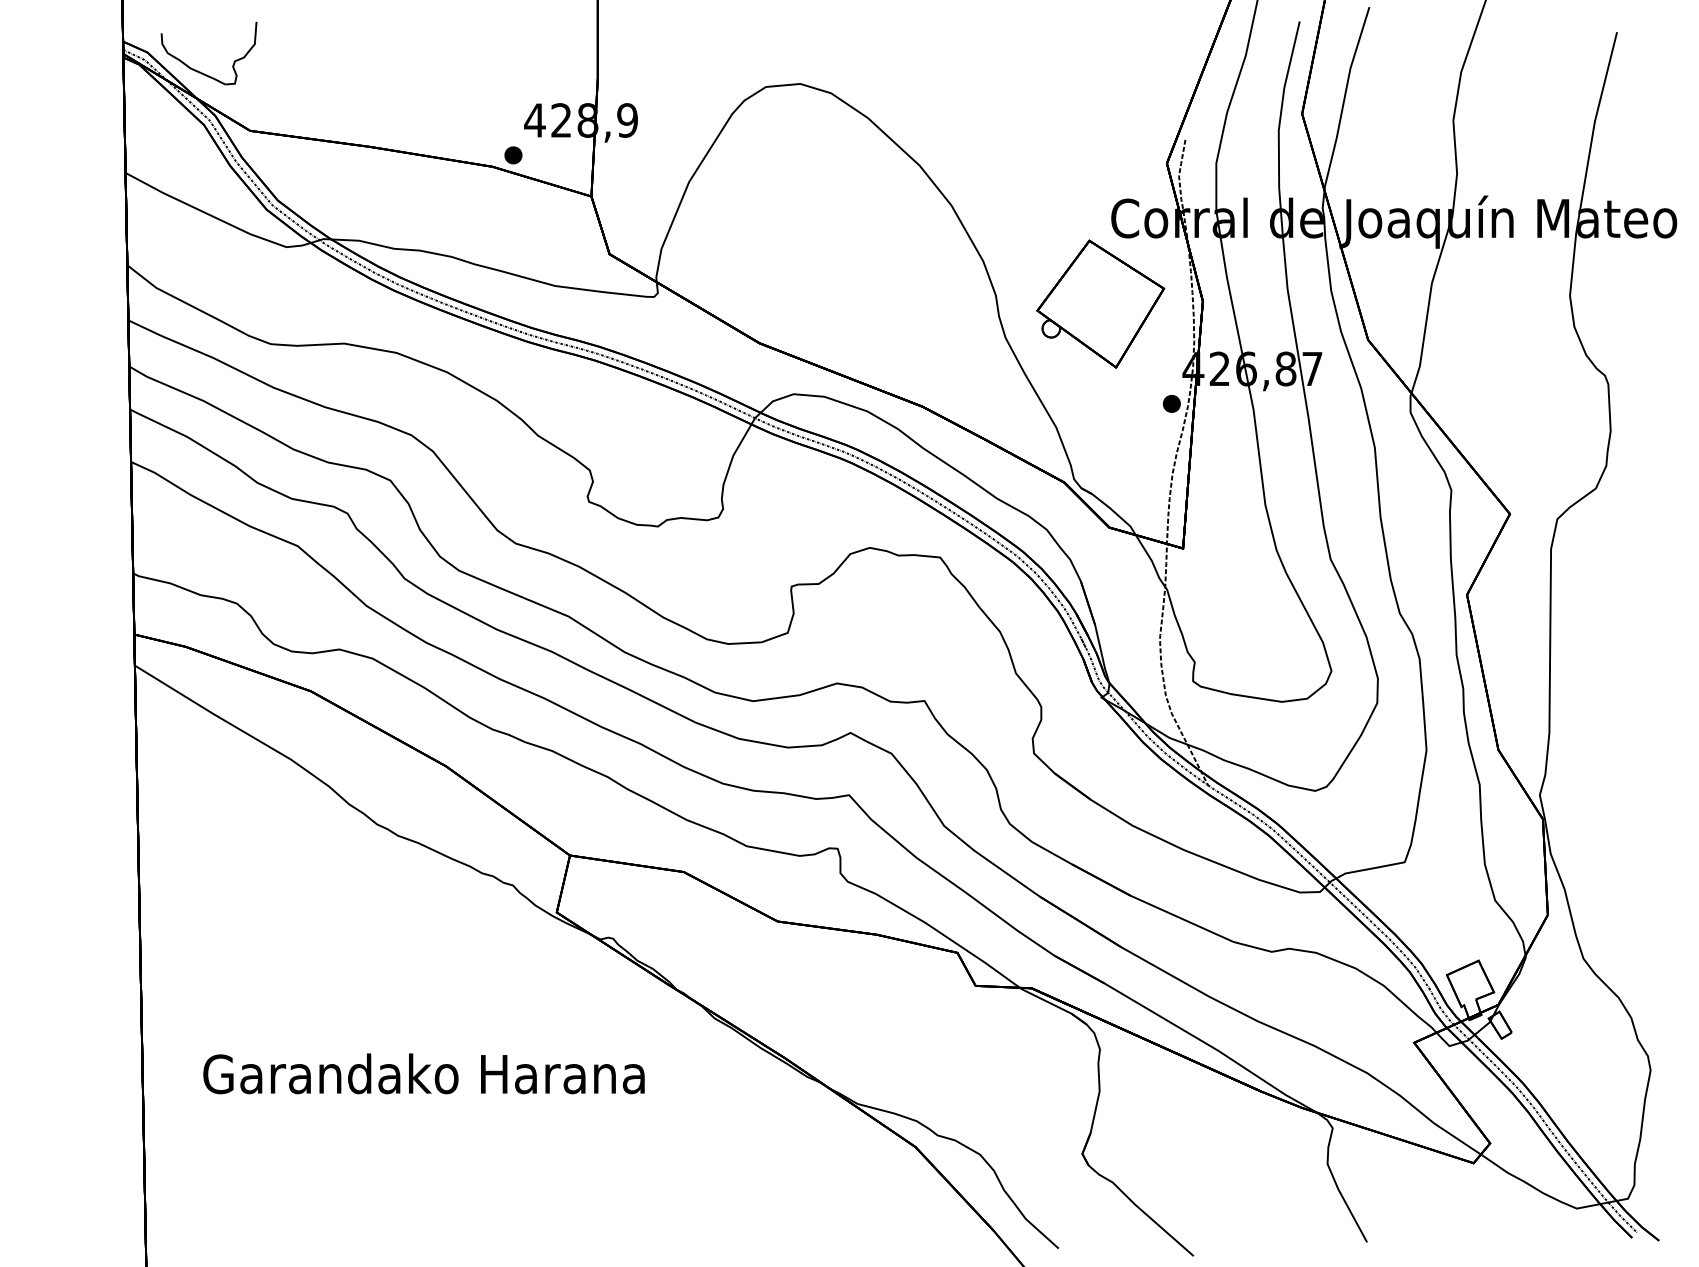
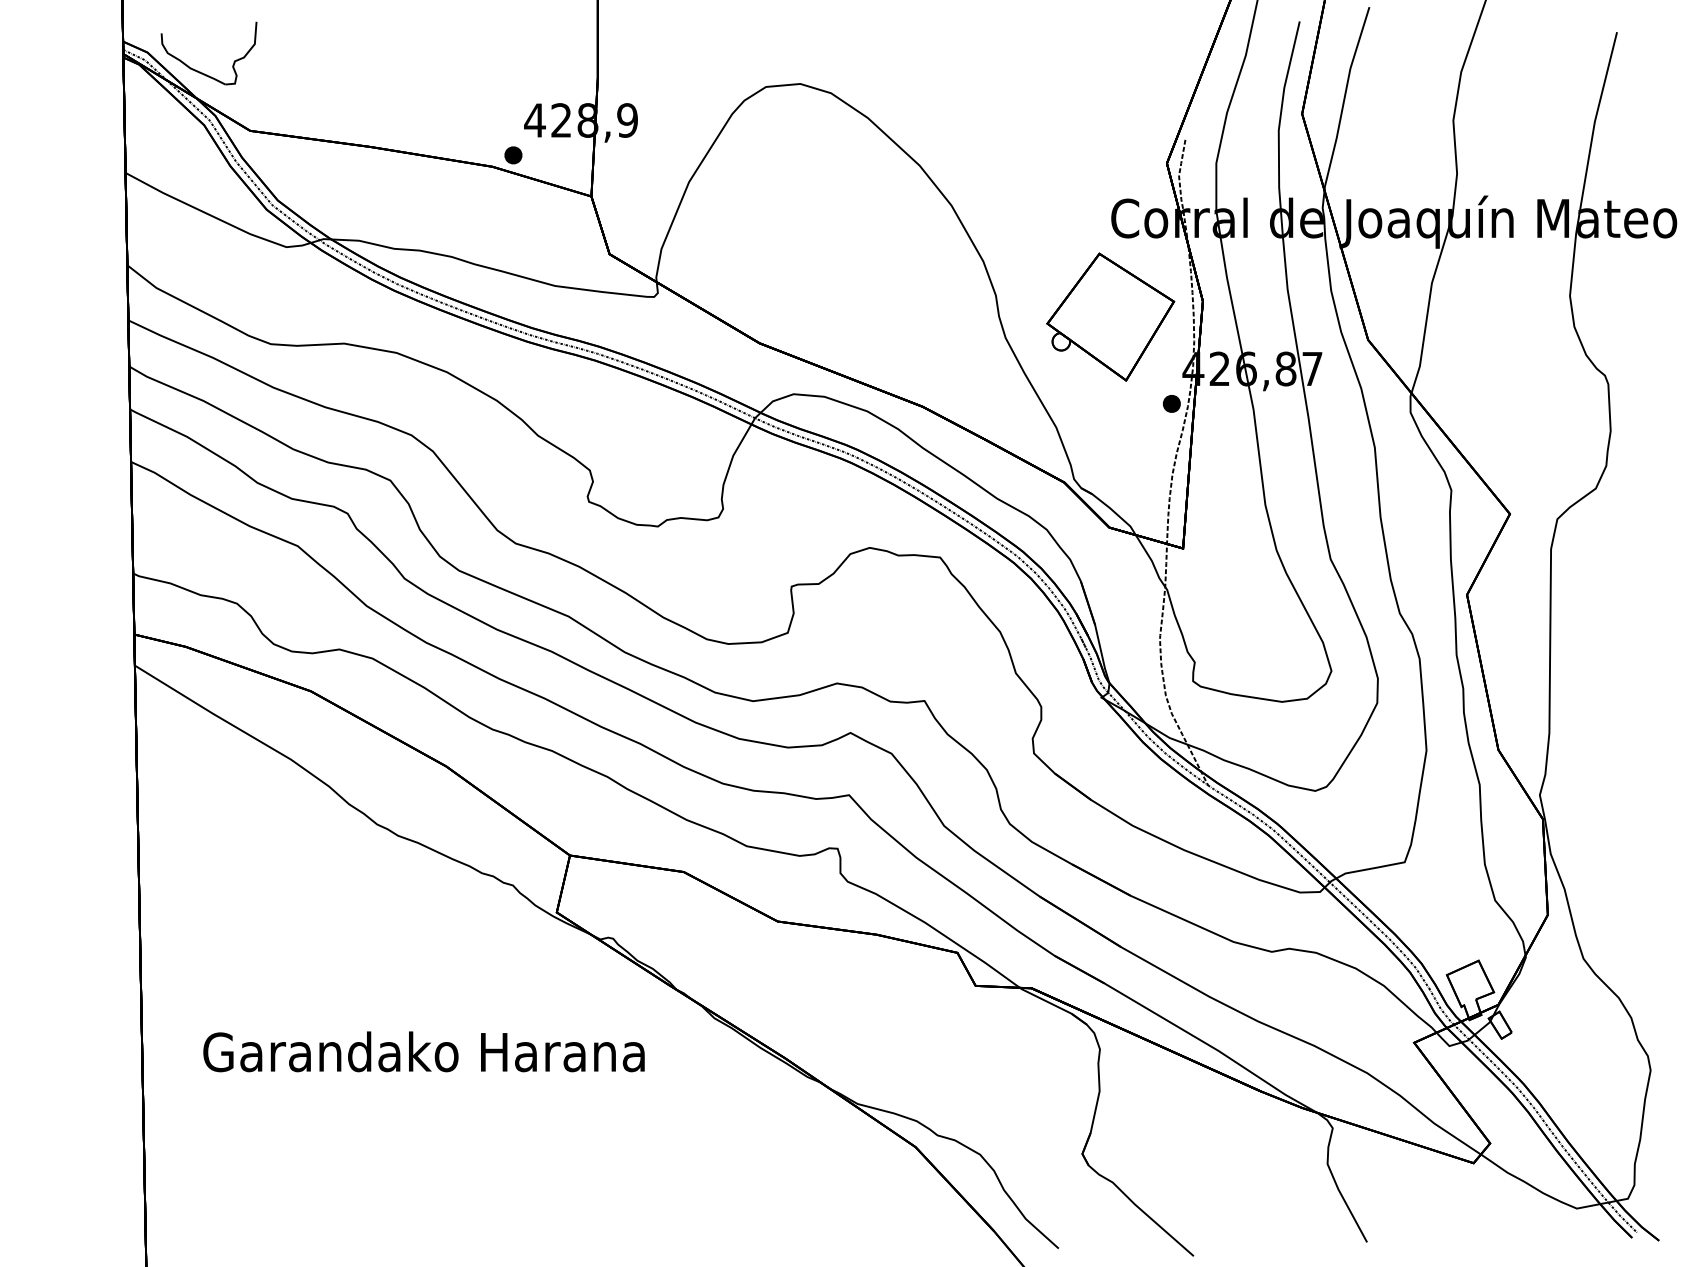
part at (1100, 303) position: (1100, 303) -> (1110, 316)
text at (423, 1073) position: (423, 1073) -> (423, 1051)
